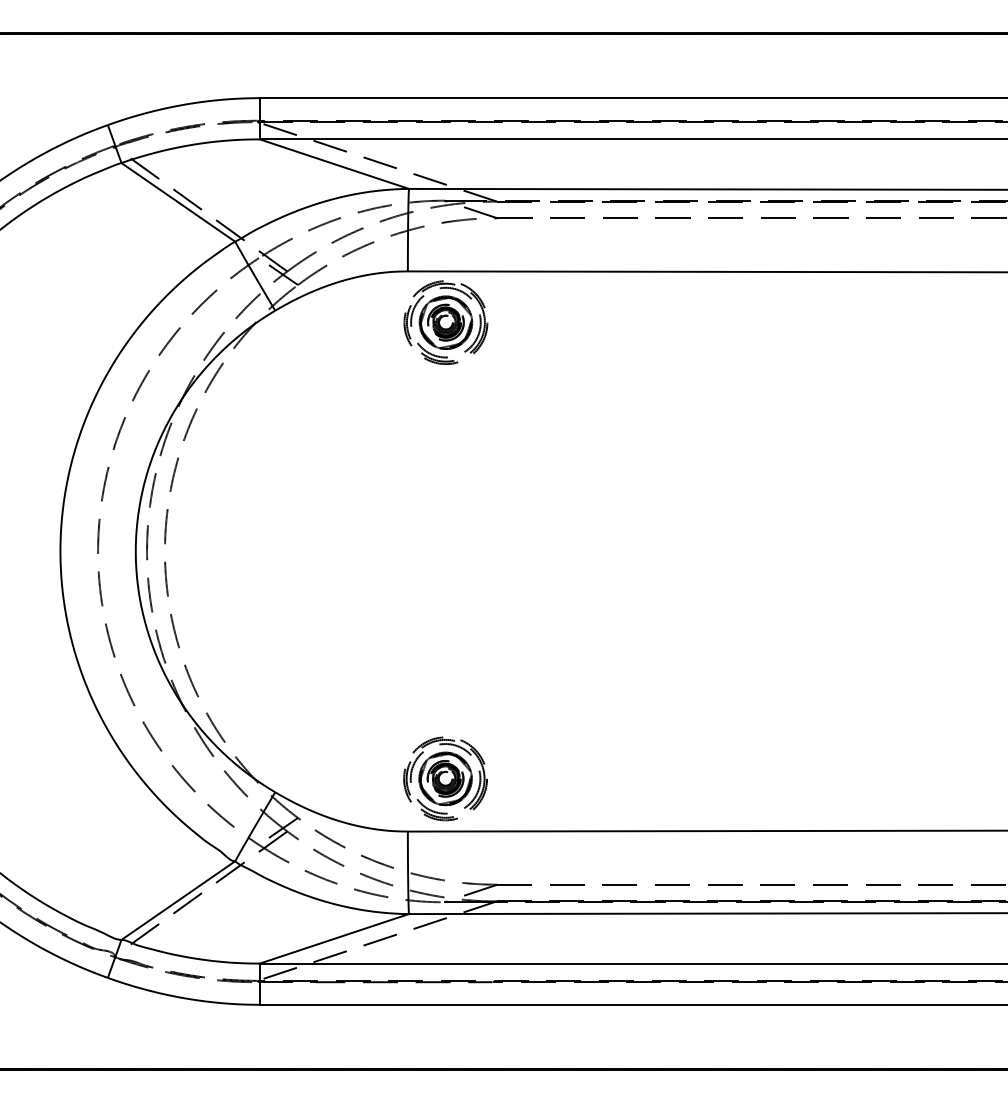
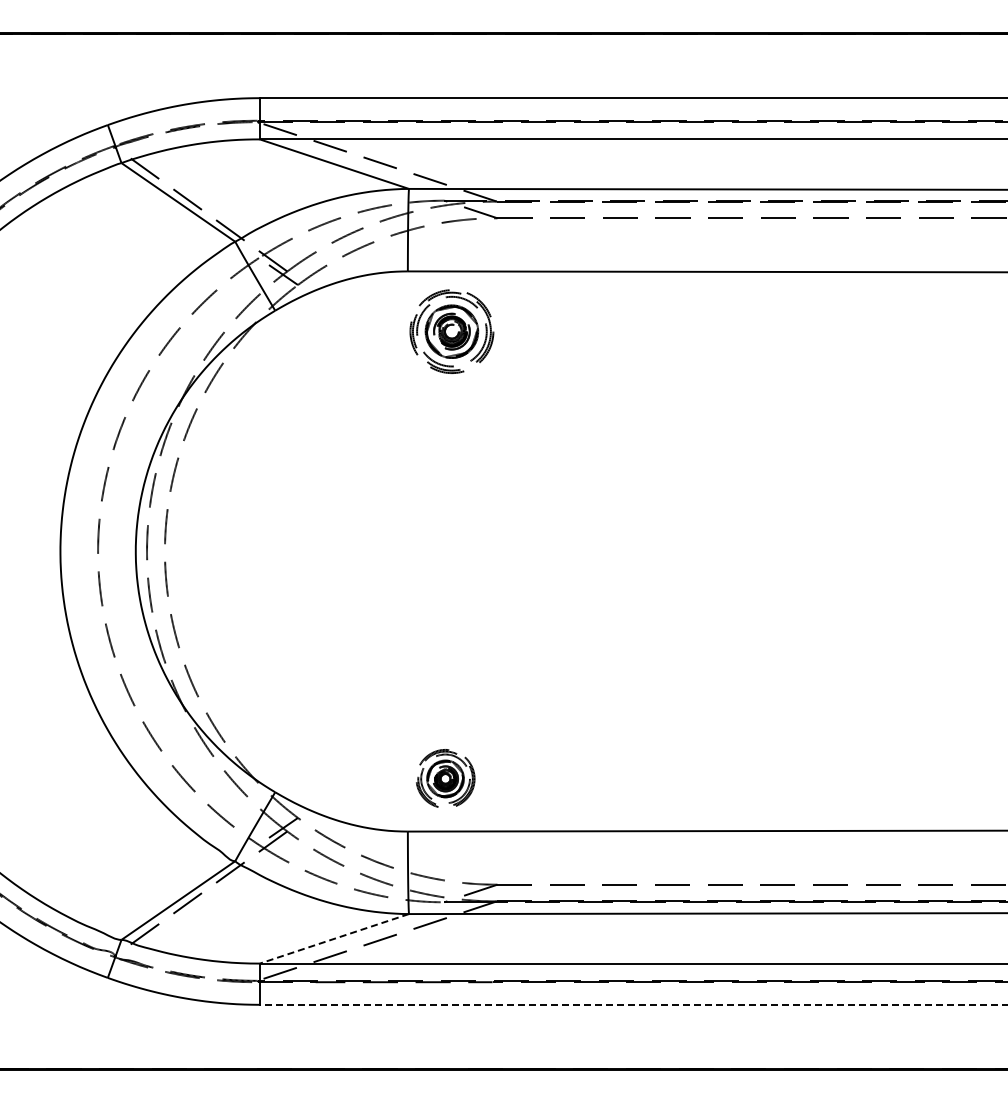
part at (445, 322) position: (445, 322) -> (451, 331)
part at (445, 778) size: 85x86 px -> 60x59 px
line at (334, 938): solid -> dashed
line at (633, 1004): solid -> dashed
